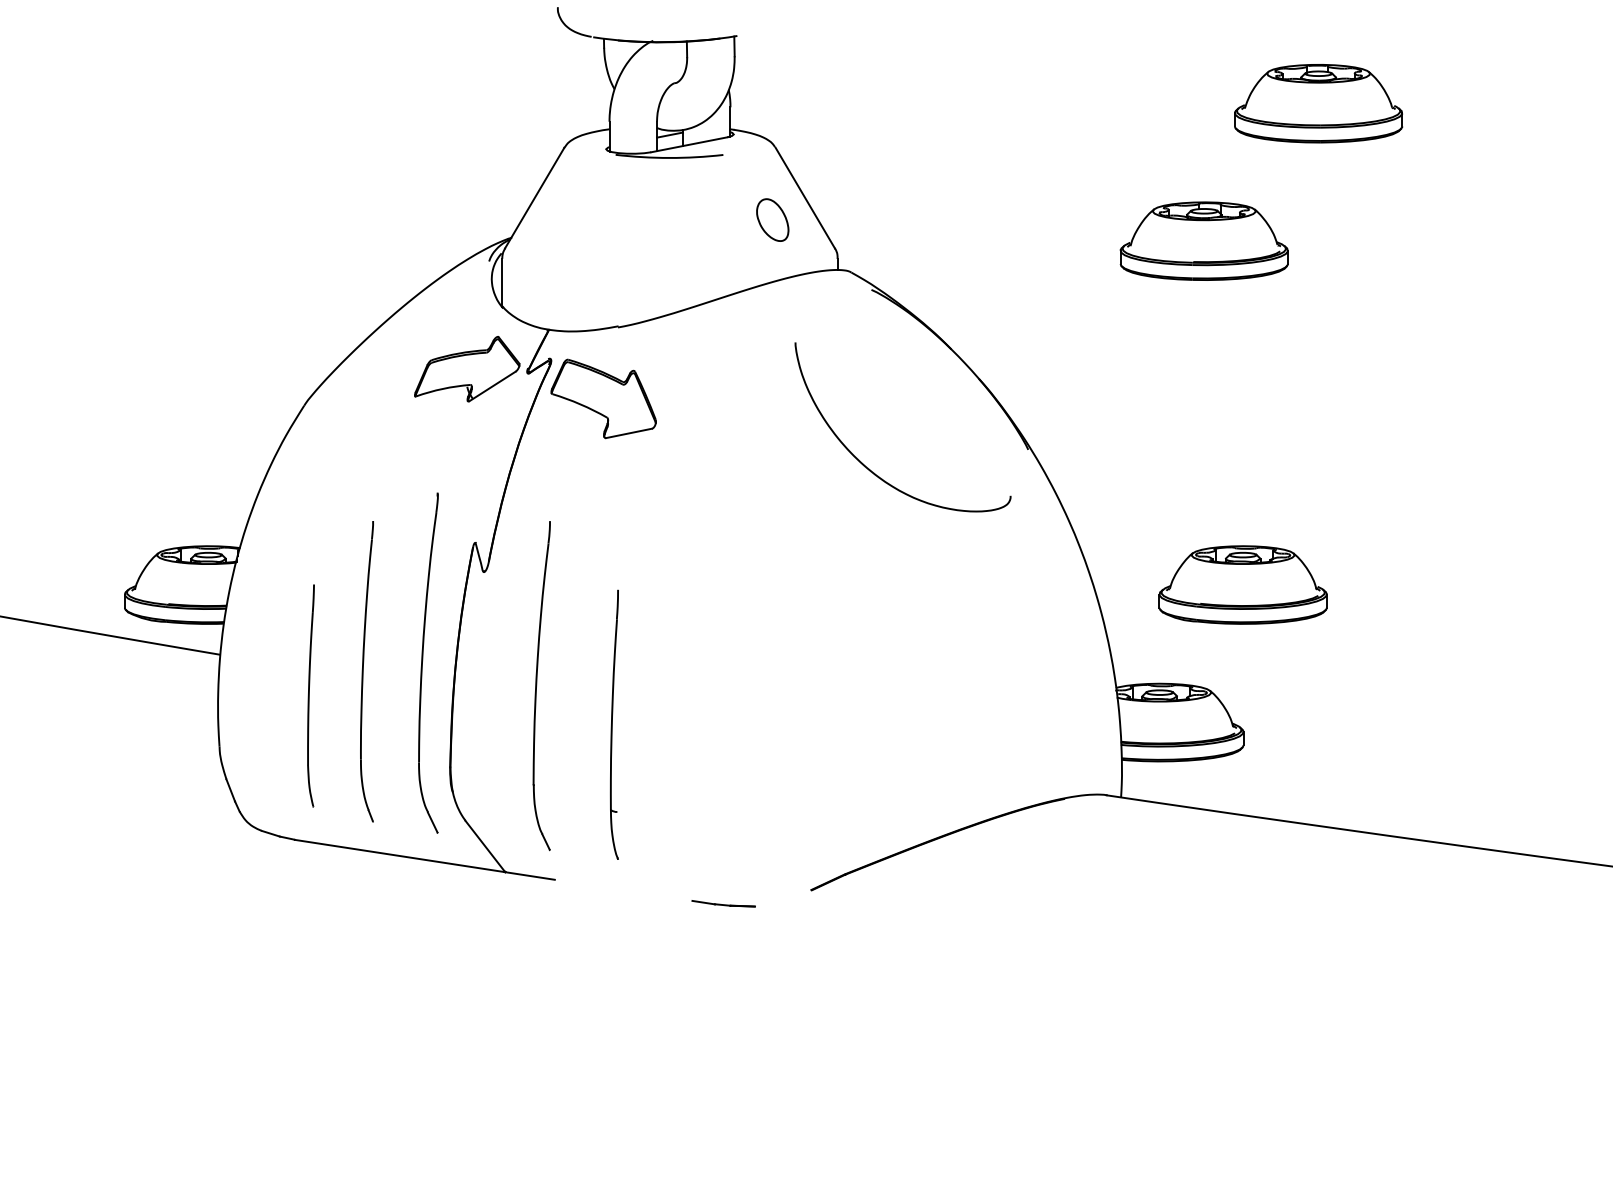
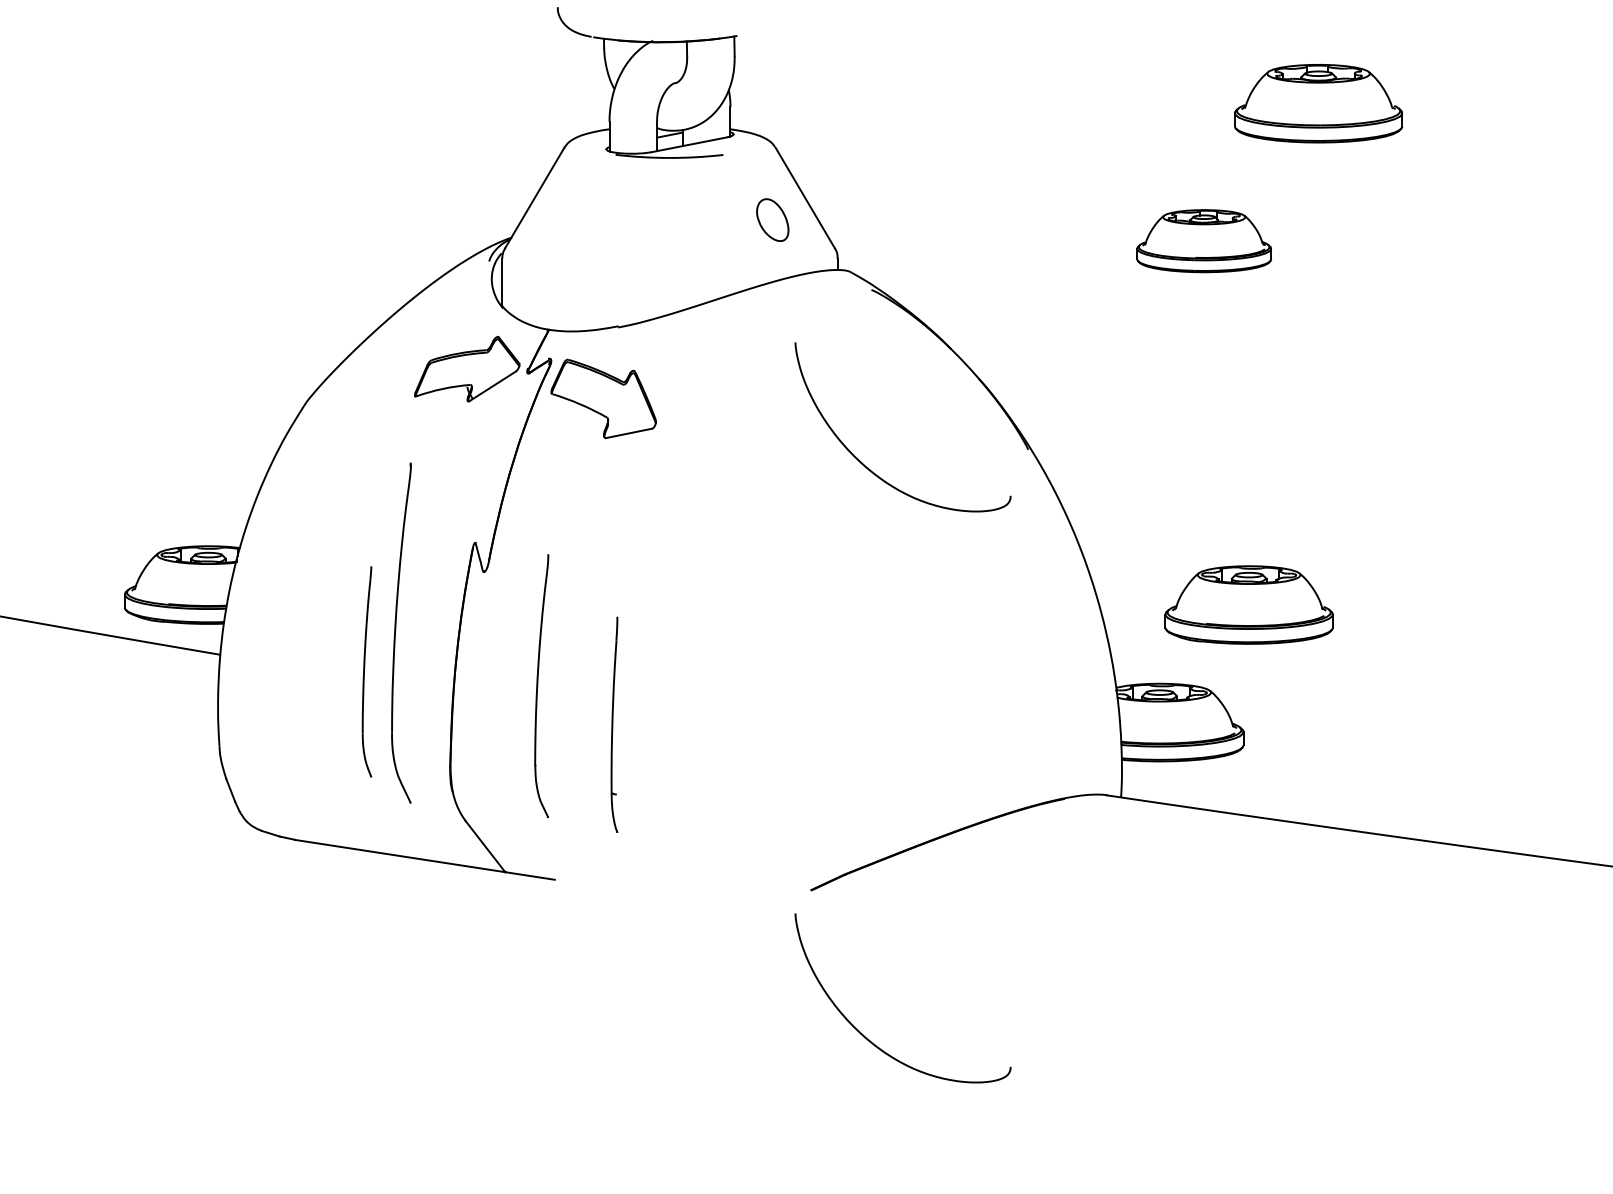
part at (1203, 240) size: 170x80 px -> 136x65 px
part at (1242, 584) position: (1242, 584) -> (1248, 604)
part at (428, 662) position: (428, 662) -> (401, 632)
part at (366, 671) size: 14x302 px -> 12x212 px
part at (541, 686) size: 19x331 px -> 16x265 px
part at (310, 695): present -> none
part at (614, 724) size: 9x271 px -> 9x217 px
part at (723, 903): present -> none
curve at (869, 1039): none -> present
